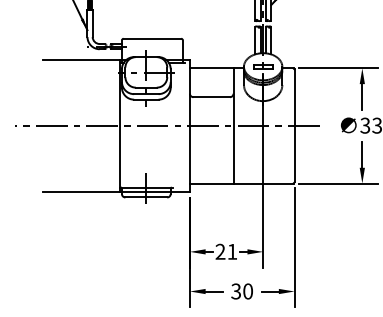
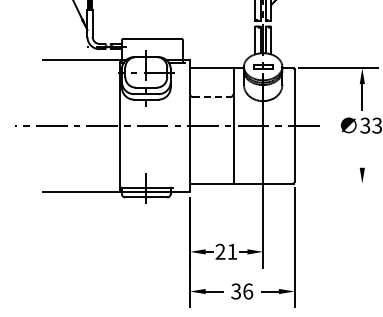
line at (212, 97): solid -> dashed
line at (362, 154): present -> none
line at (338, 183): present -> none
text at (248, 291): 30 -> 36
